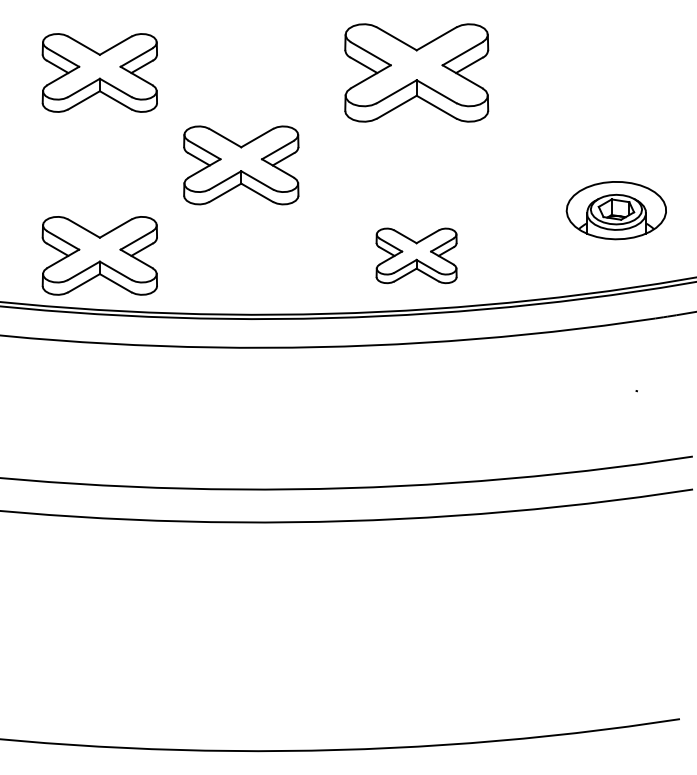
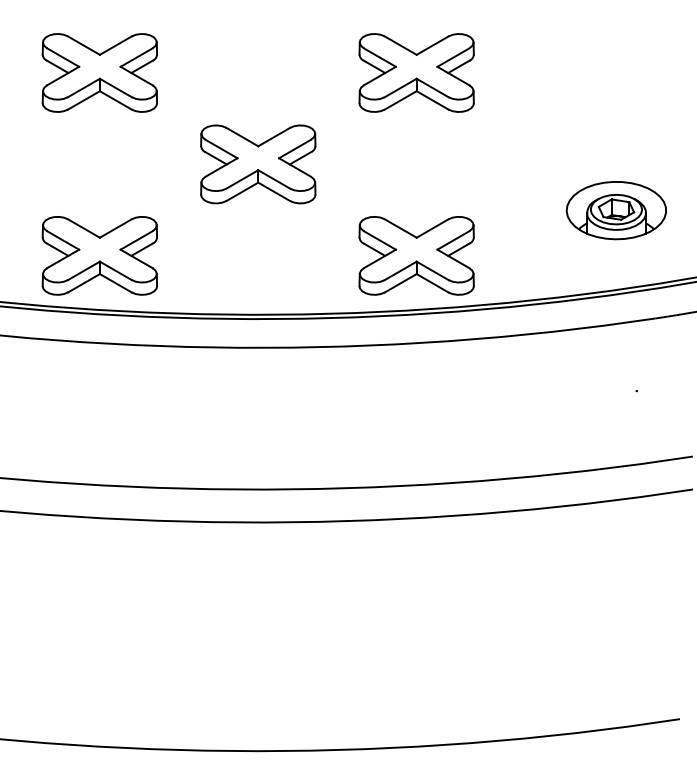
part at (416, 72) size: 146x100 px -> 117x80 px
part at (241, 165) position: (241, 165) -> (258, 164)
part at (416, 255) size: 83x58 px -> 117x80 px
